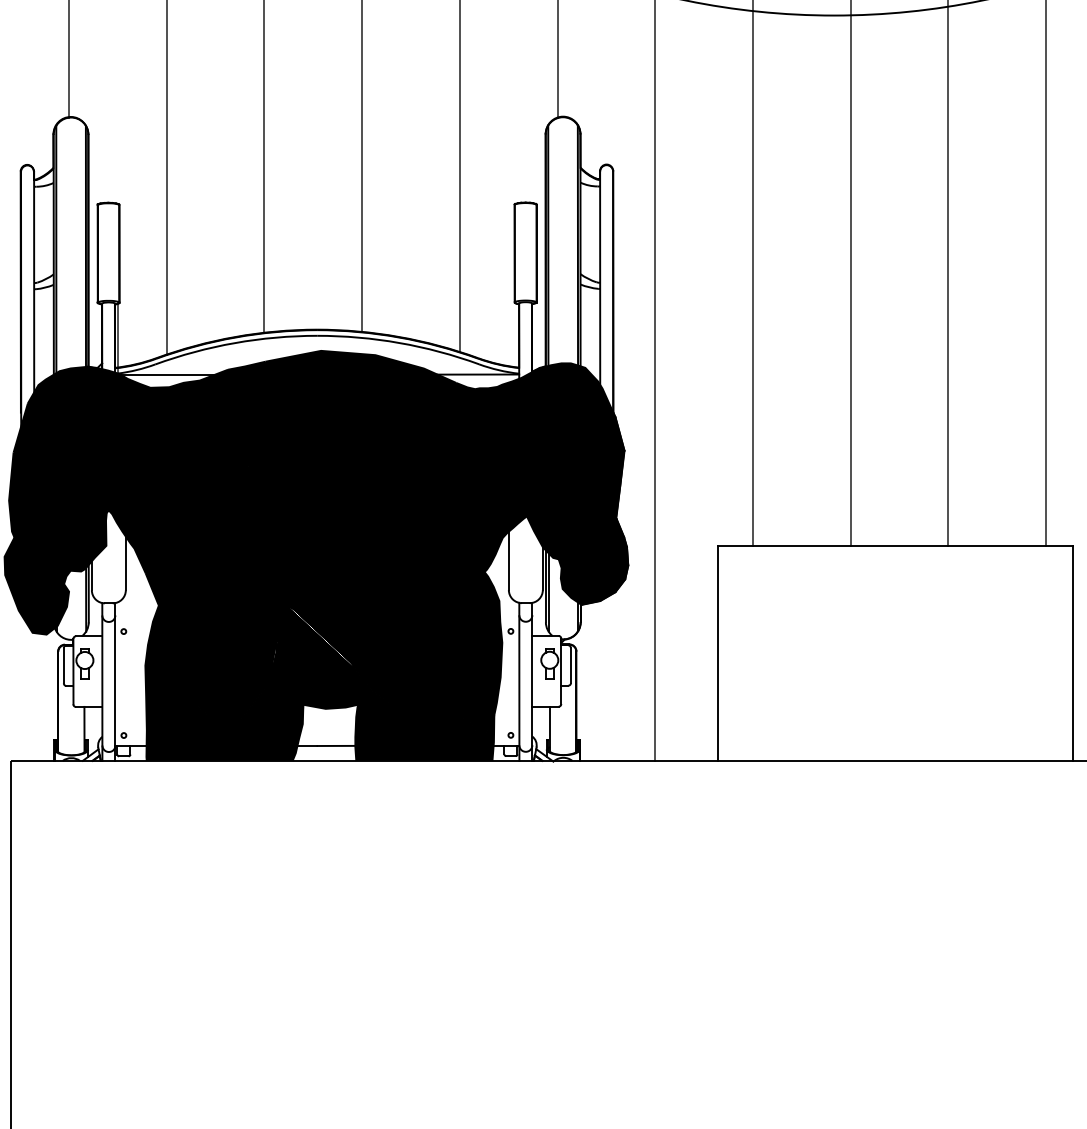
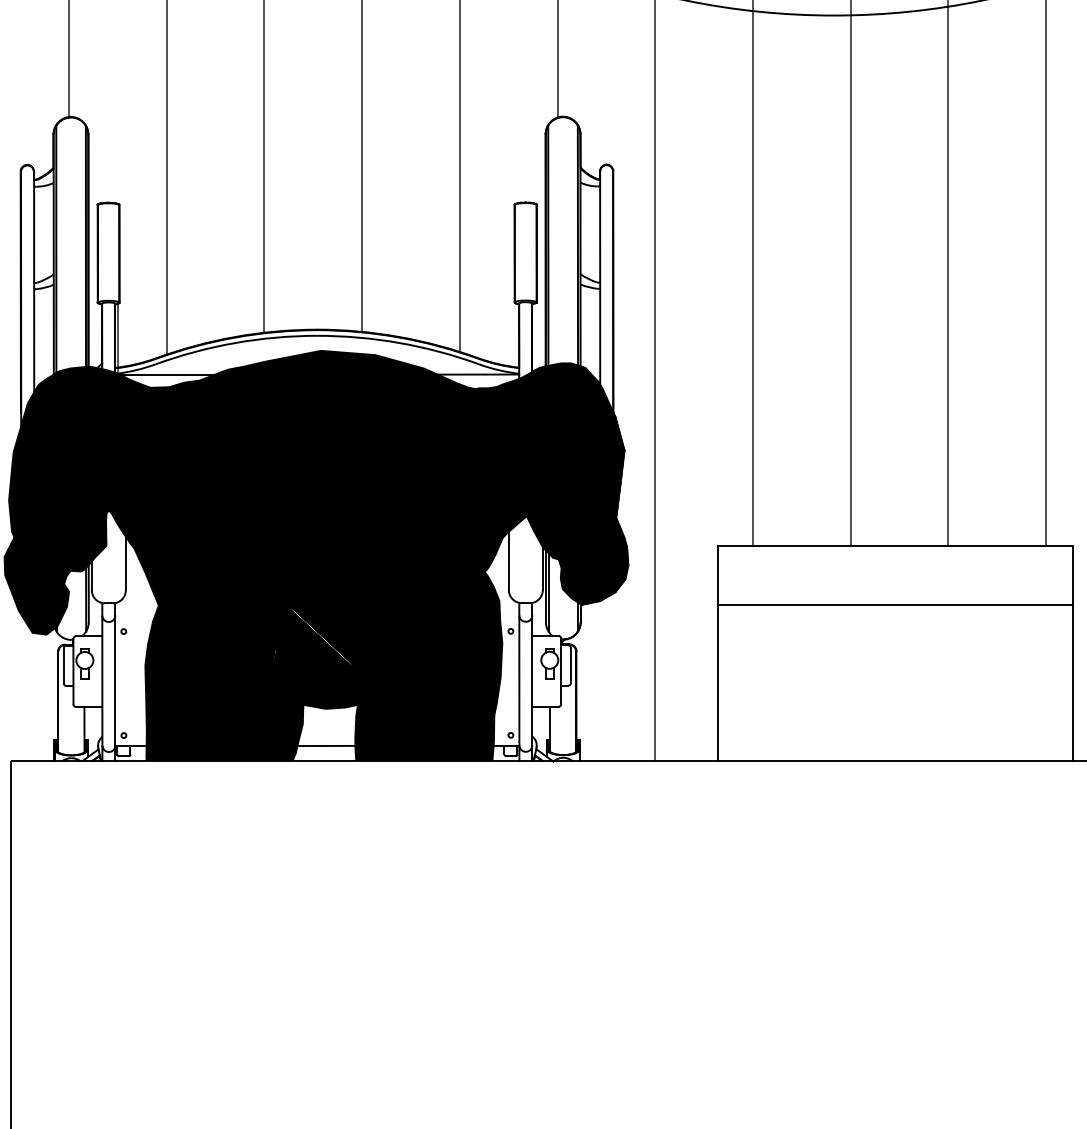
line at (895, 604): none -> present
